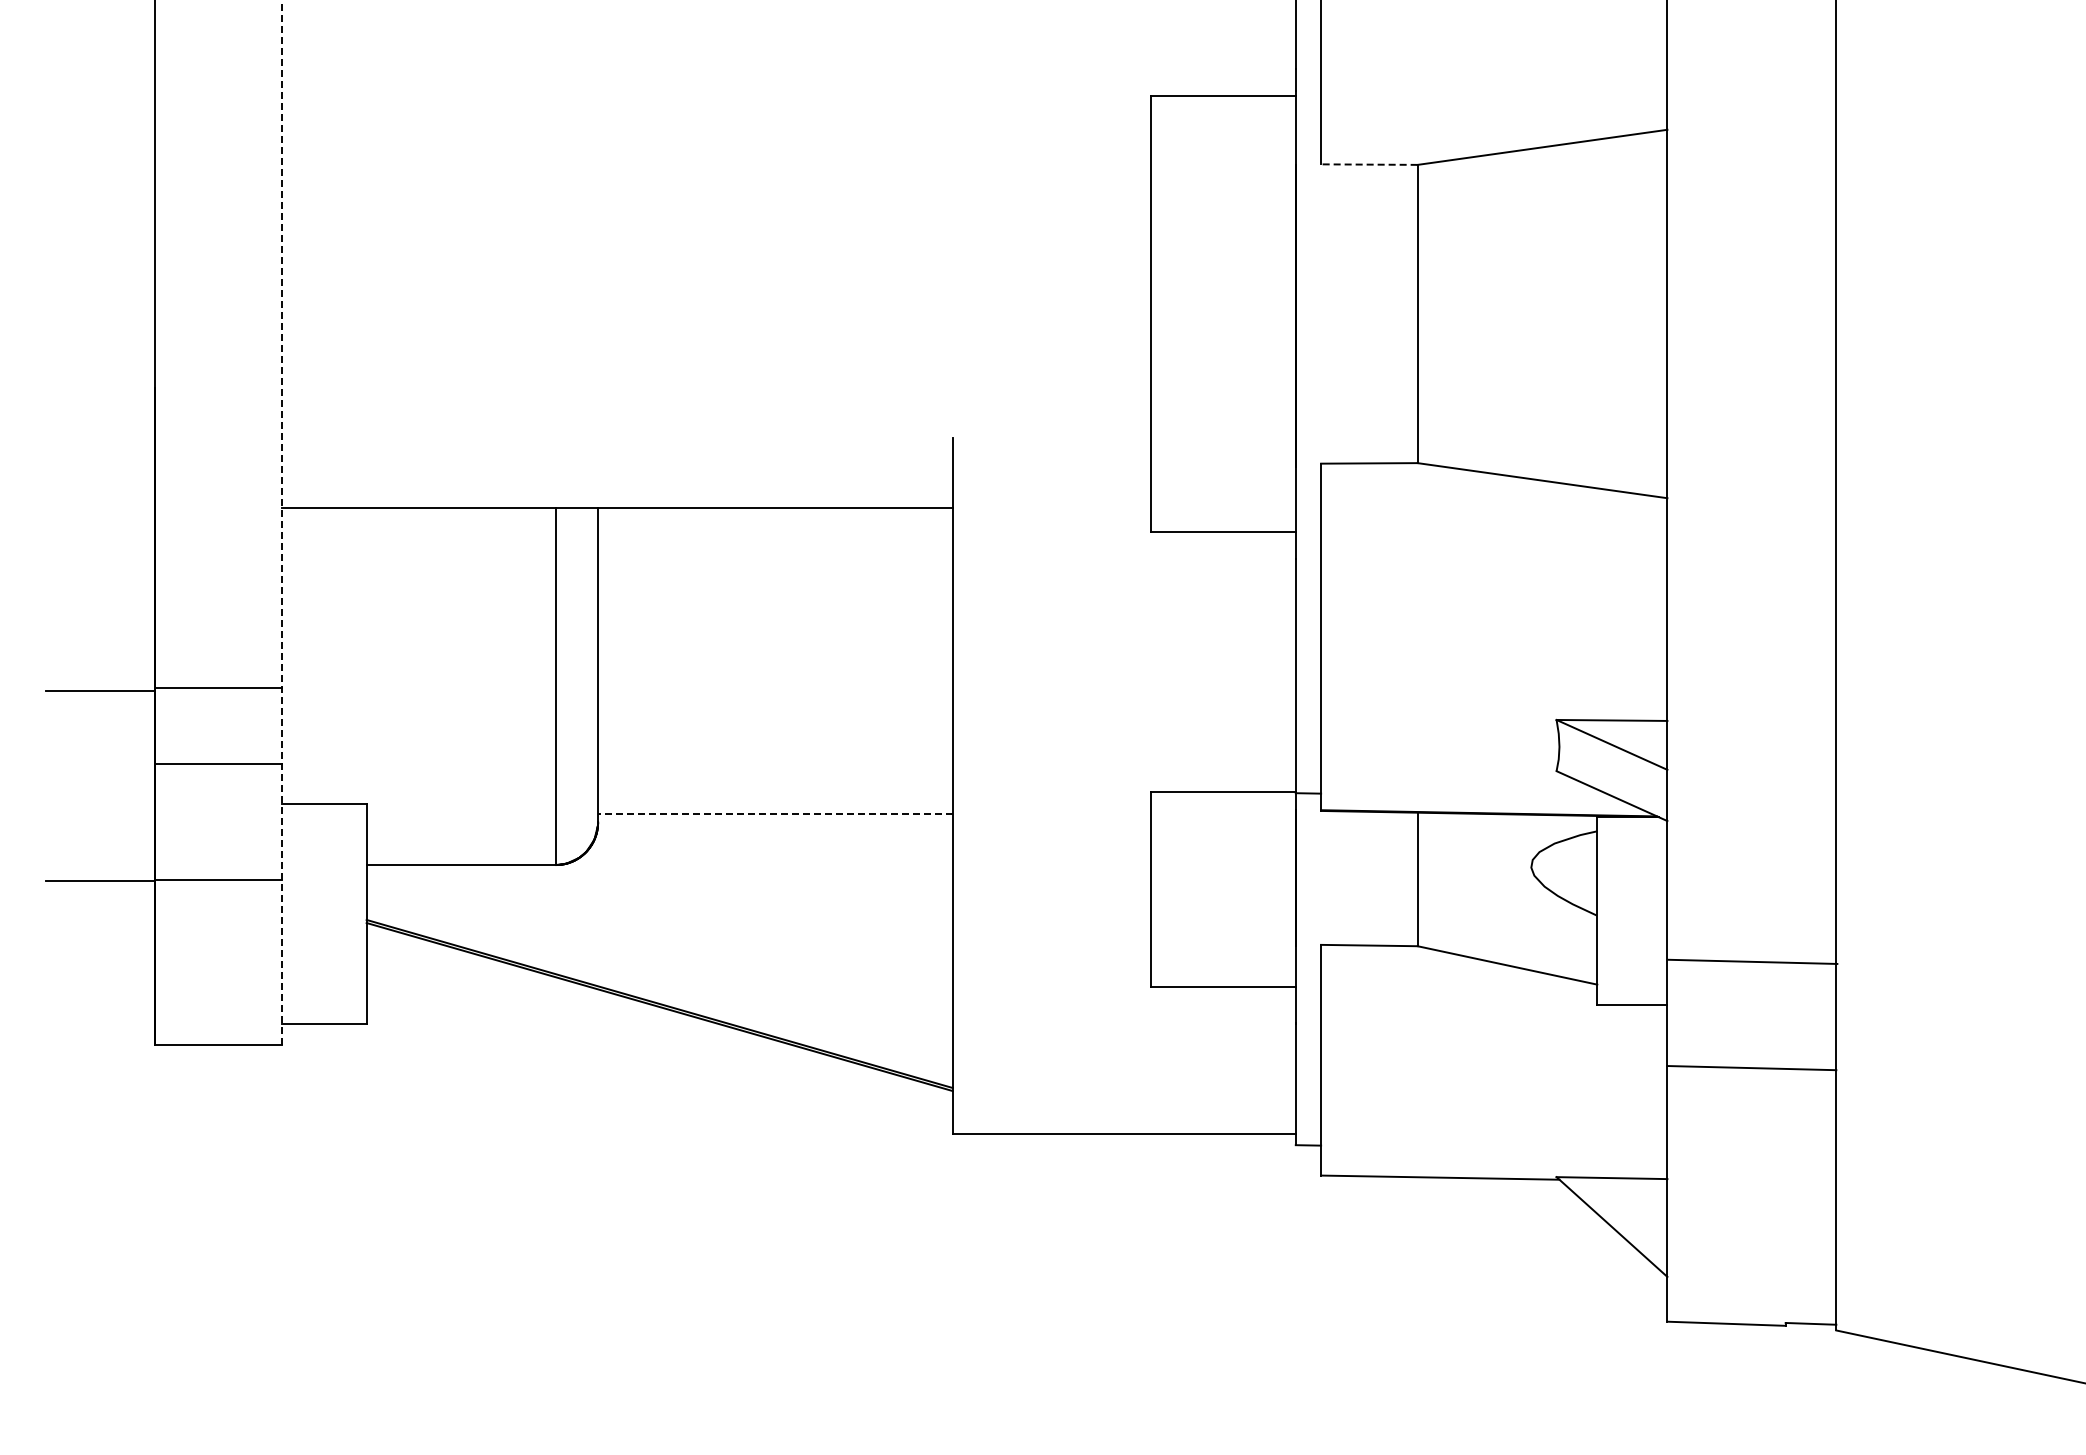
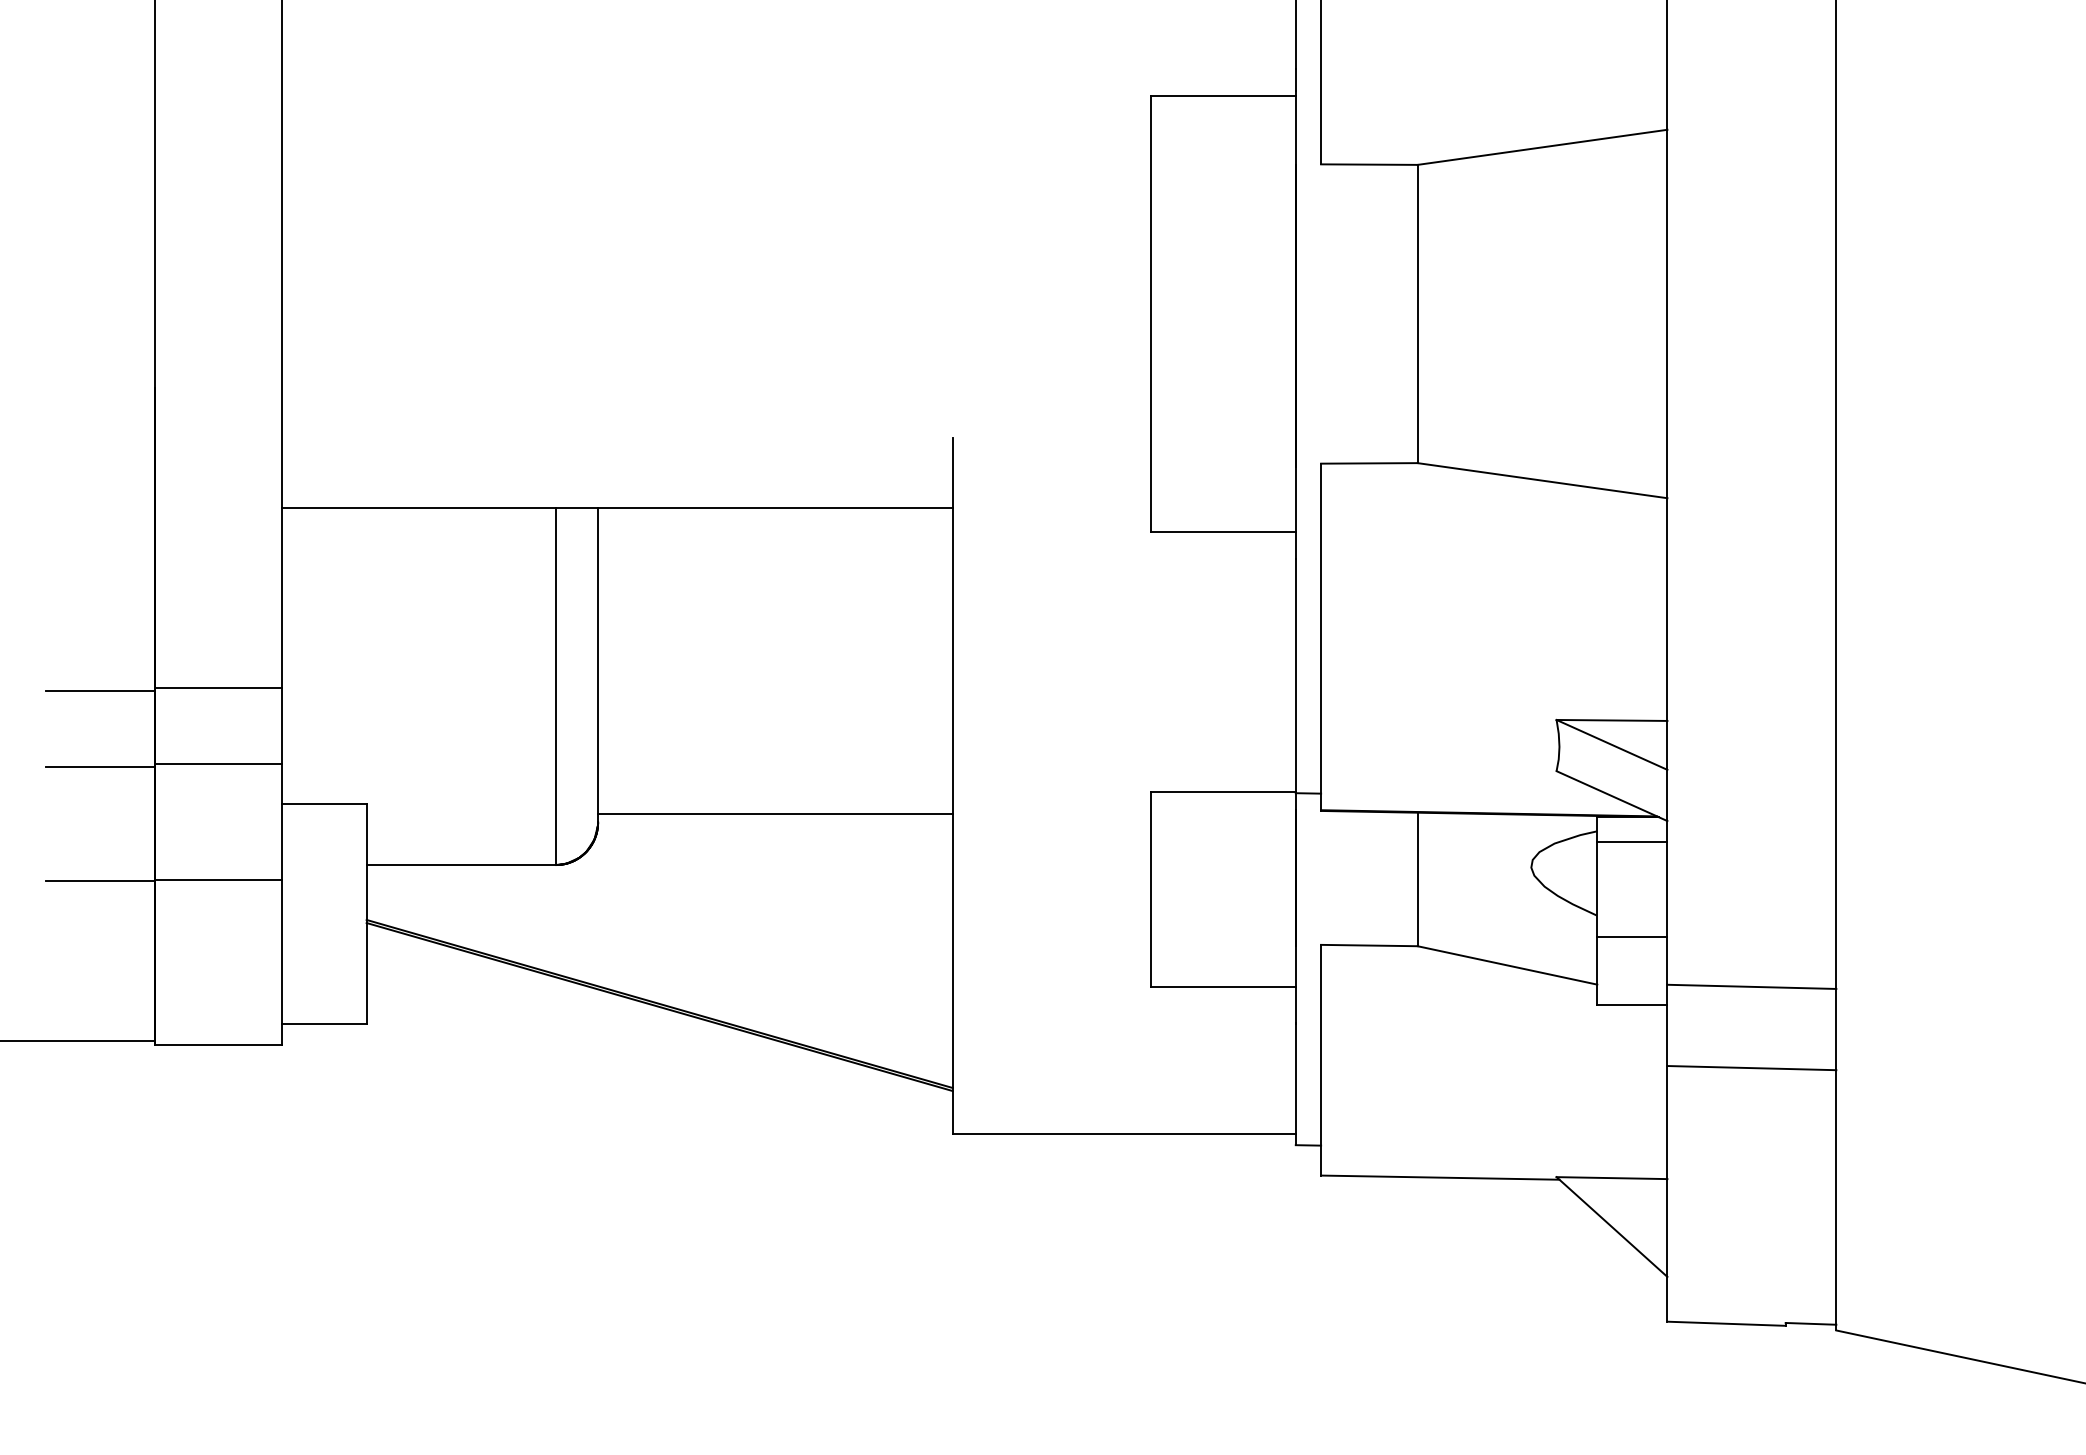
line at (1368, 164): dashed -> solid
line at (282, 522): dashed -> solid
line at (100, 766): none -> present
line at (774, 813): dashed -> solid
line at (1632, 842): none -> present
line at (1632, 936): none -> present
line at (1752, 961) position: (1752, 961) -> (1751, 986)
line at (78, 1041): none -> present
